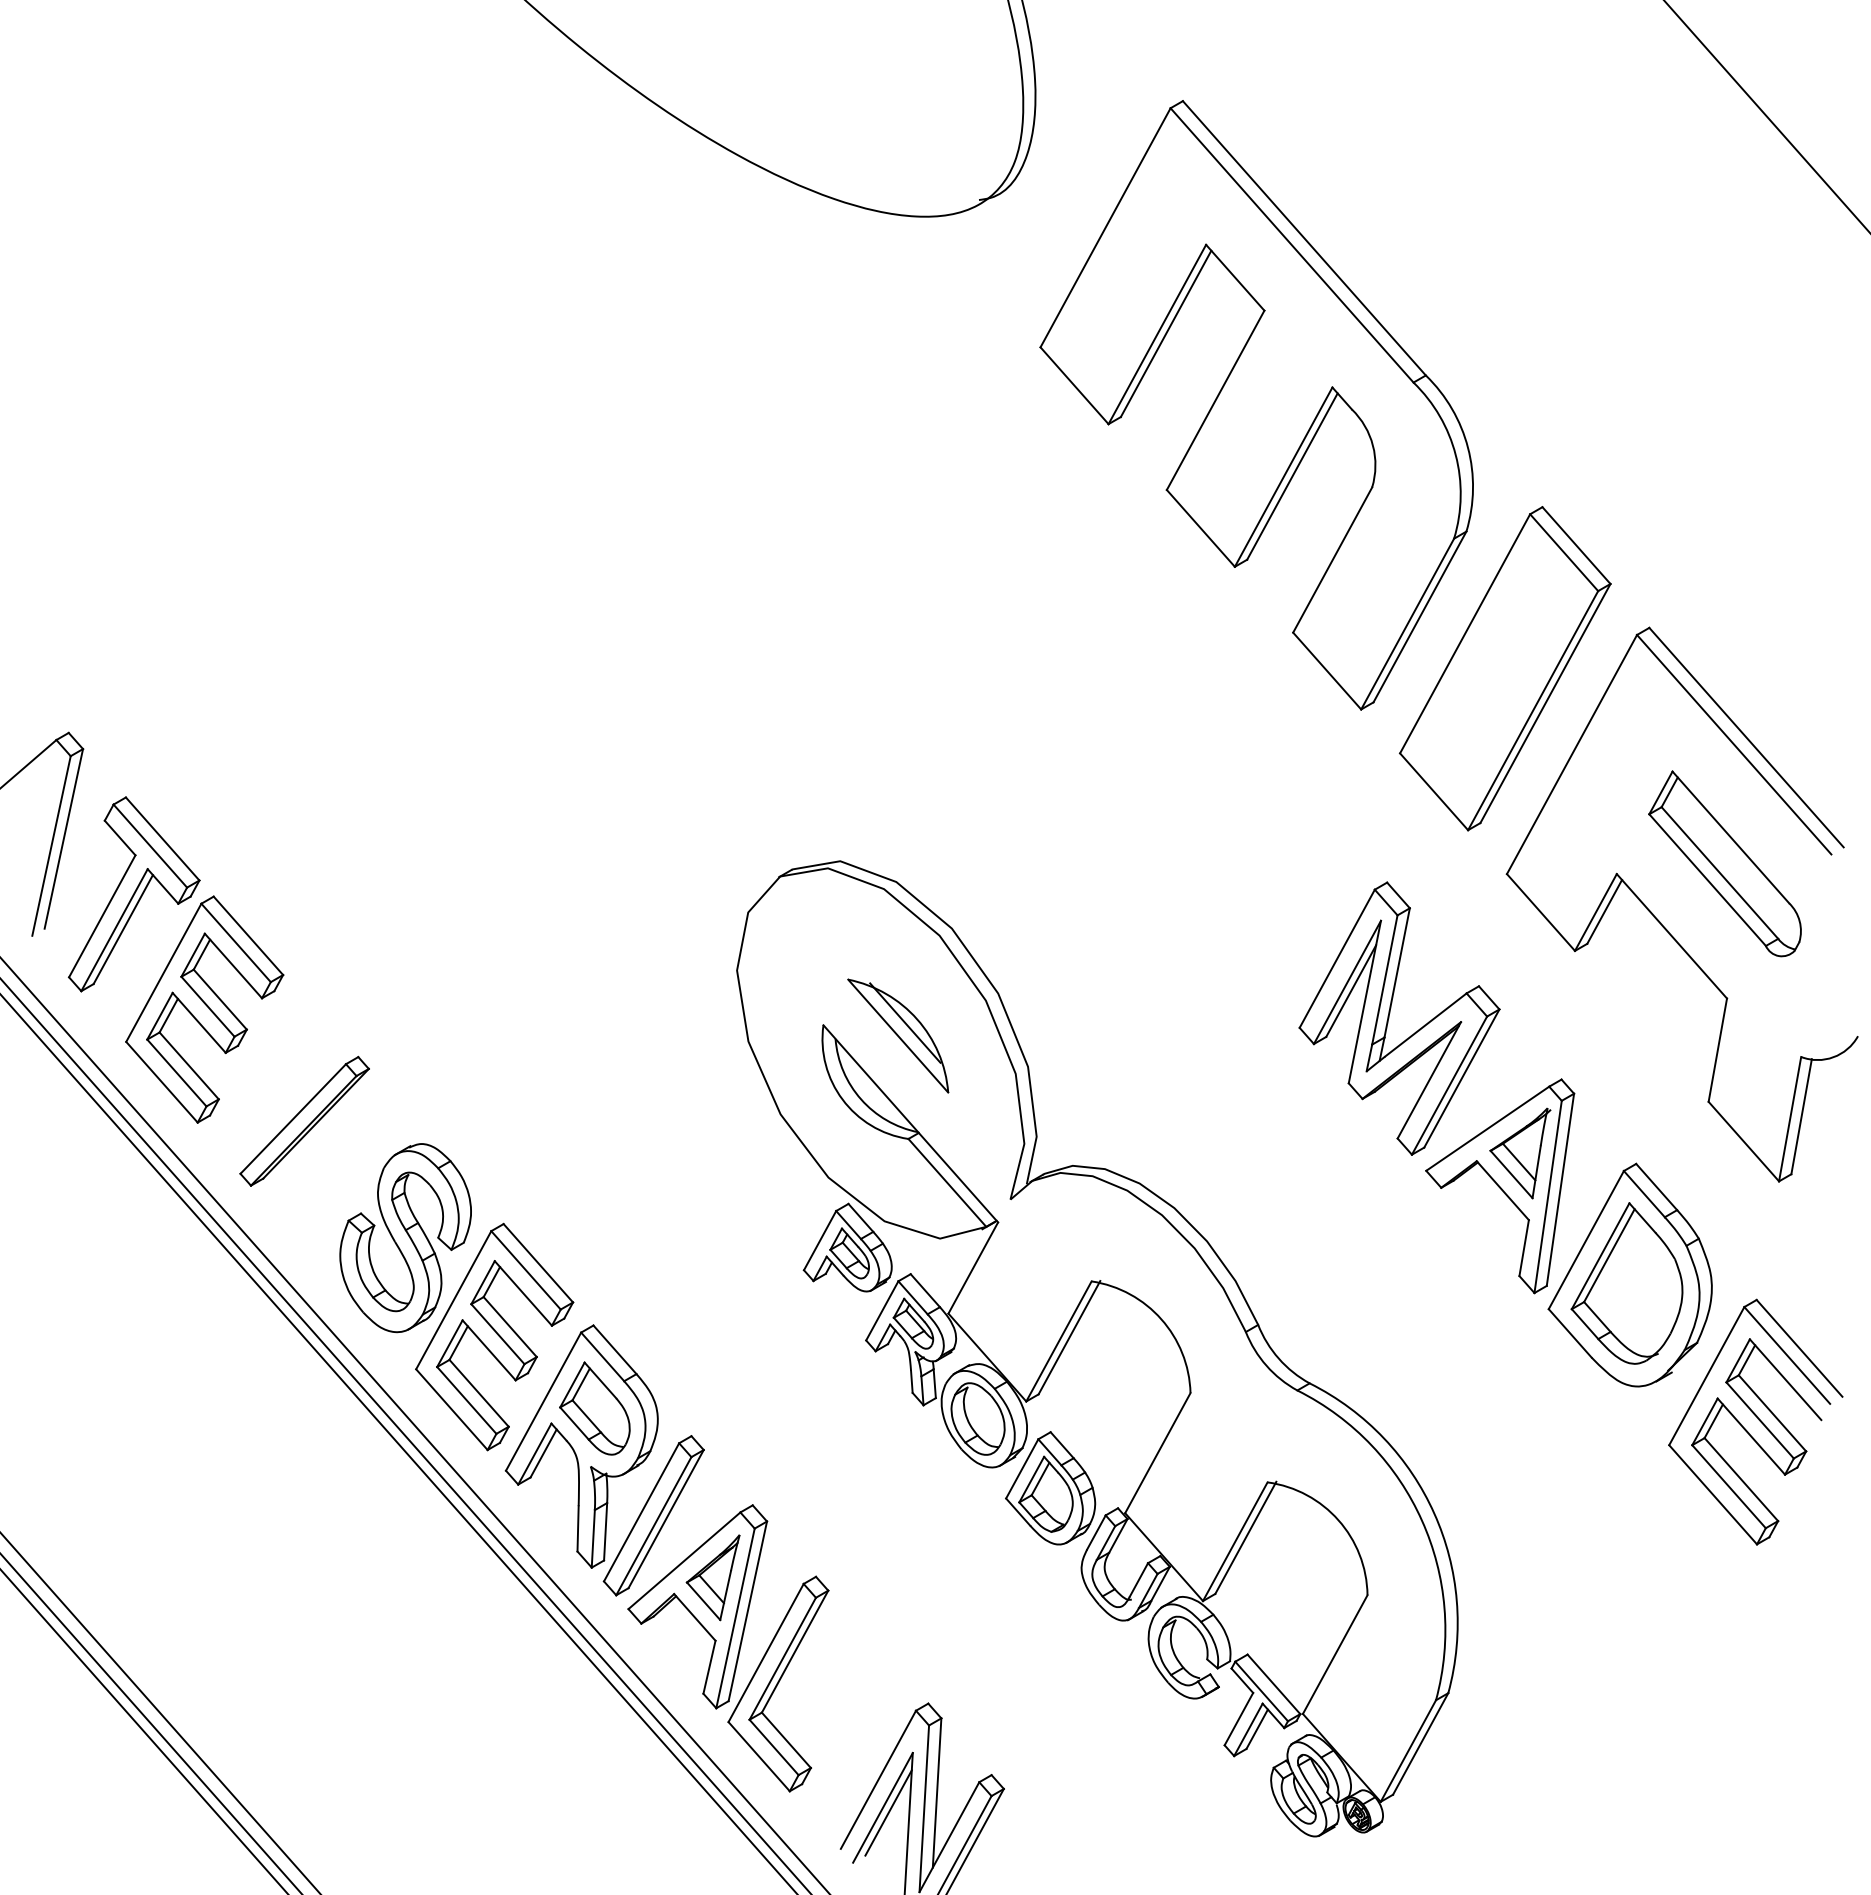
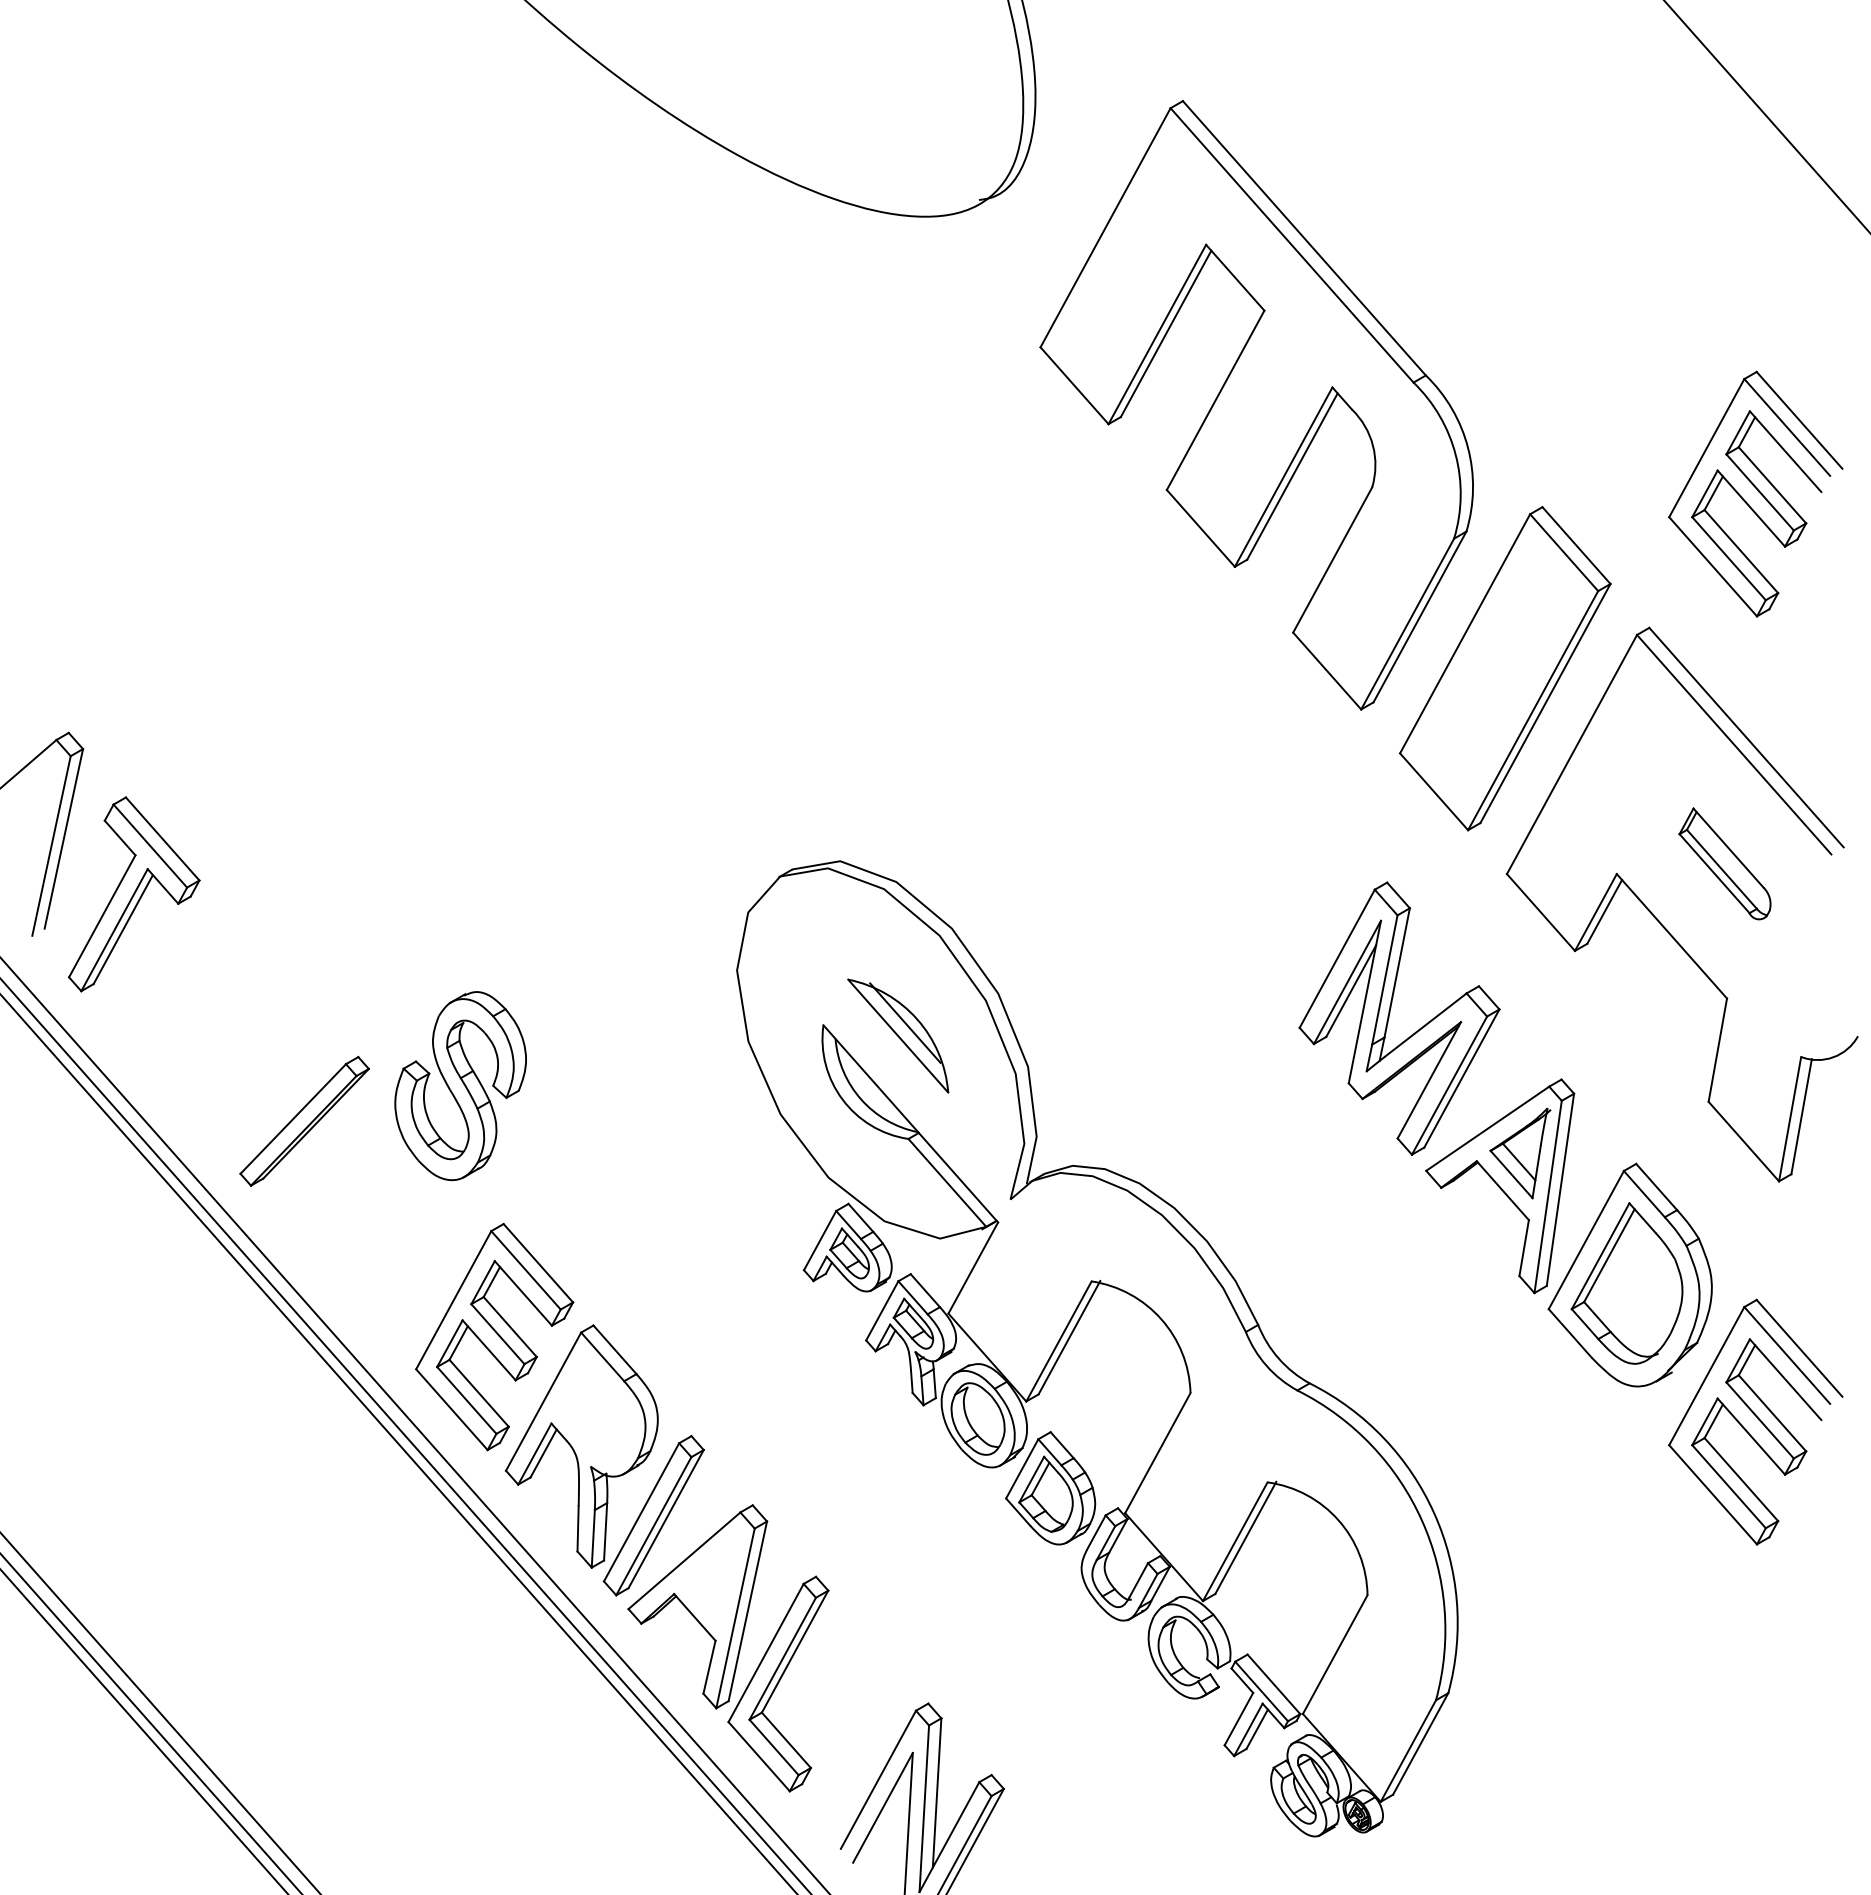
part at (1755, 493): none -> present
part at (1724, 863) size: 154x188 px -> 94x114 px
part at (204, 1009): present -> none
part at (405, 1238) position: (405, 1238) -> (460, 1086)
part at (594, 1408): present -> none
part at (712, 1577): present -> none
line at (888, 1812): present -> none
